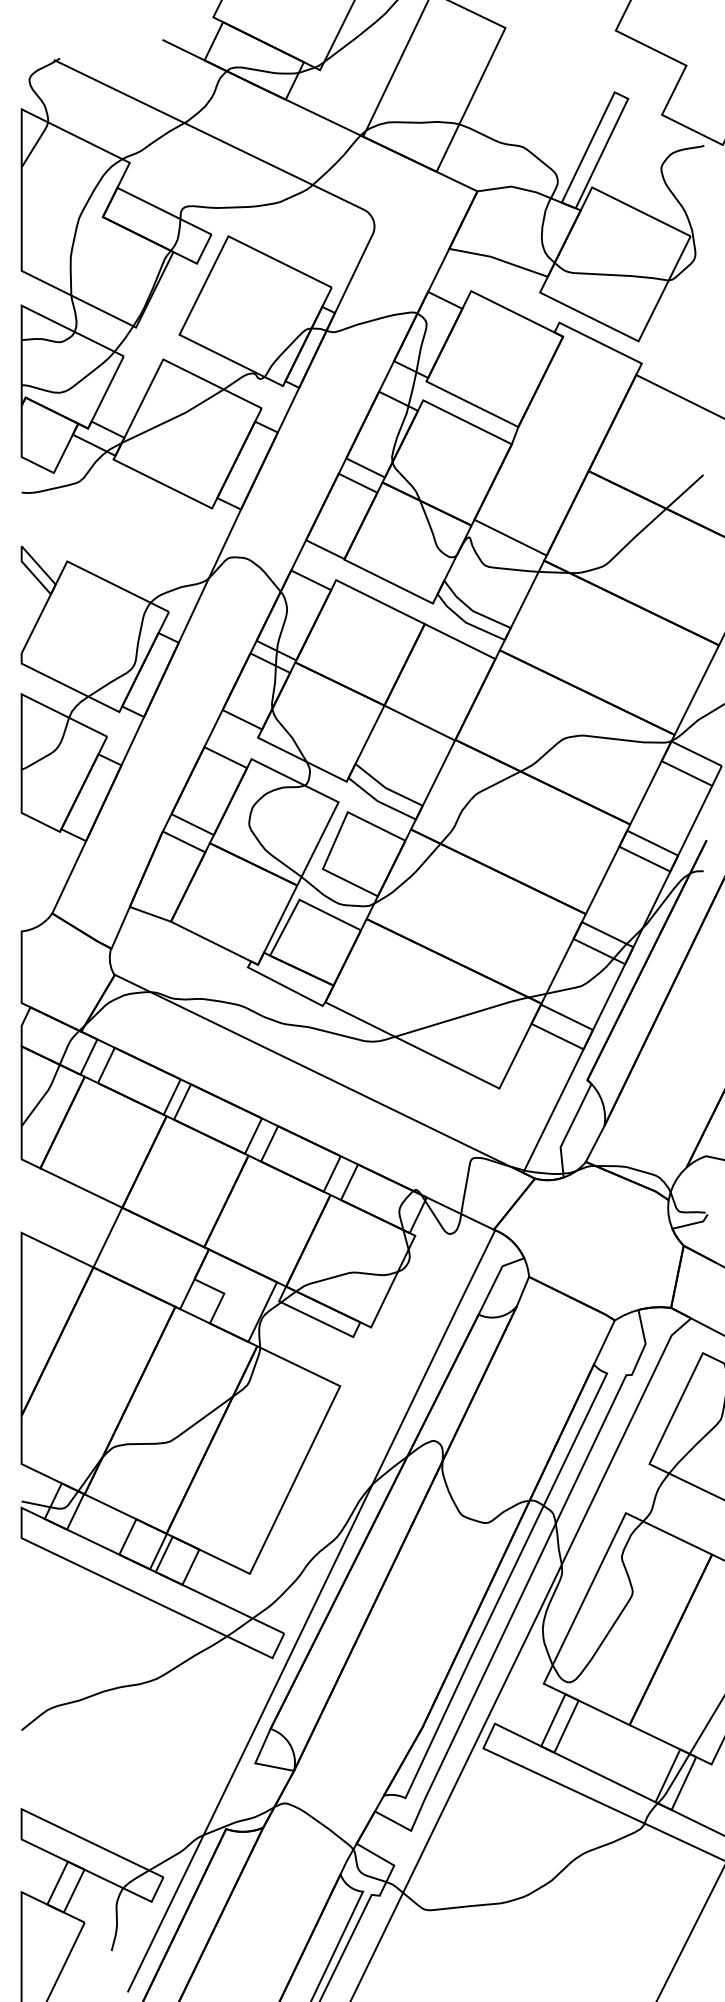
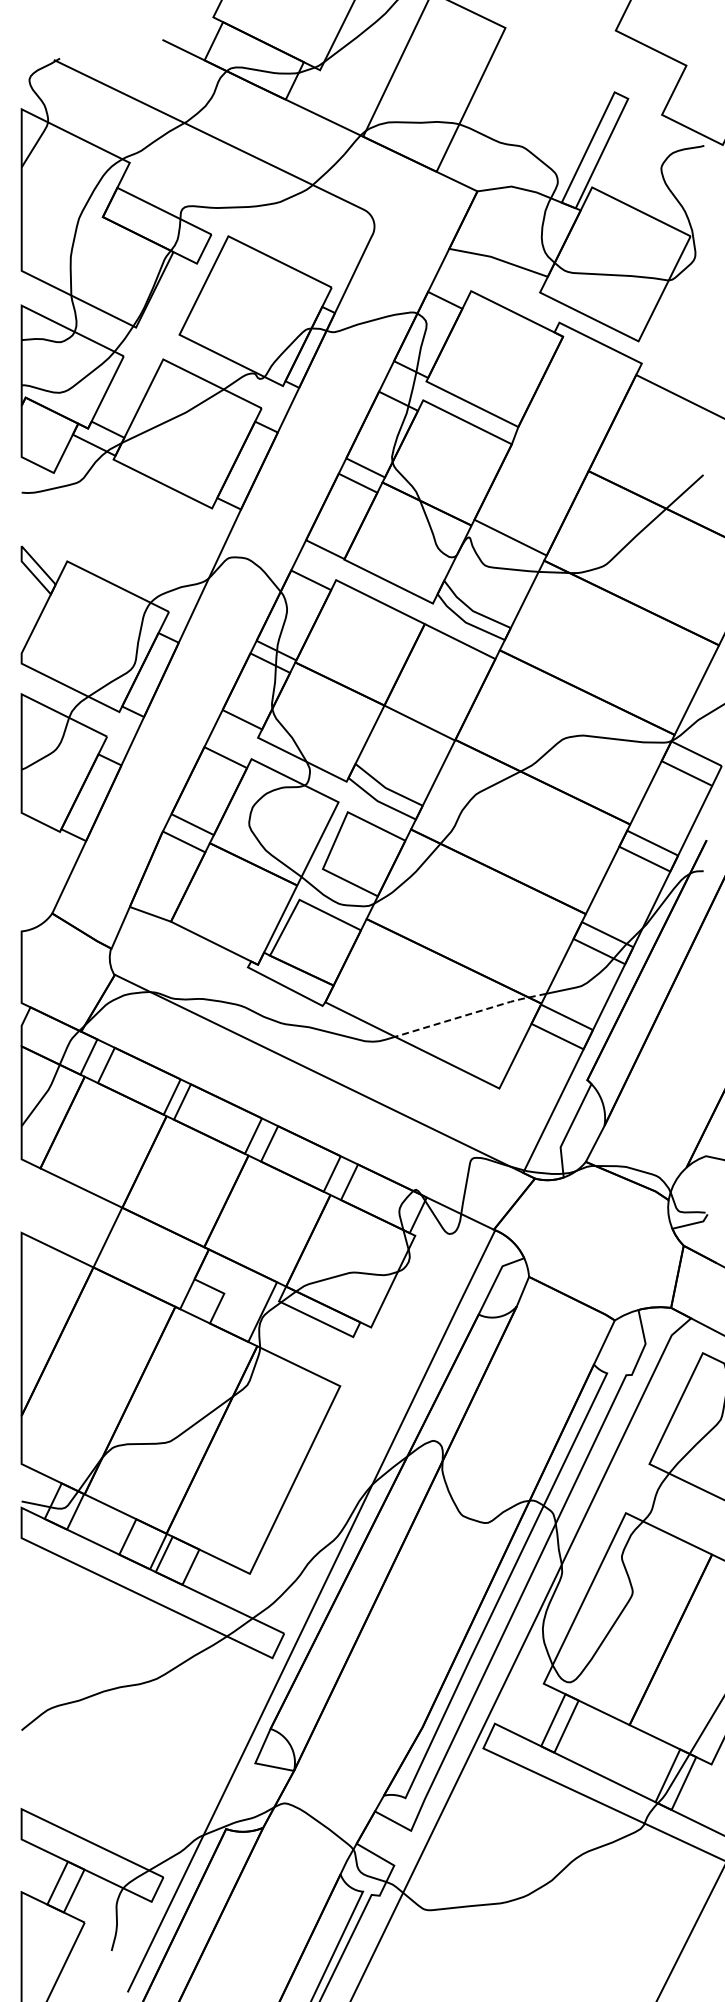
line at (471, 1013): solid -> dashed
